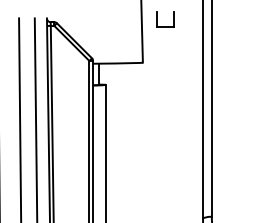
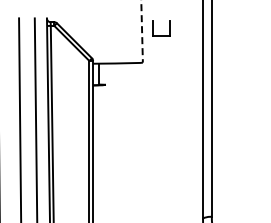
part at (165, 26) position: (165, 26) -> (161, 35)
line at (142, 31): solid -> dashed
line at (106, 151): present -> none
